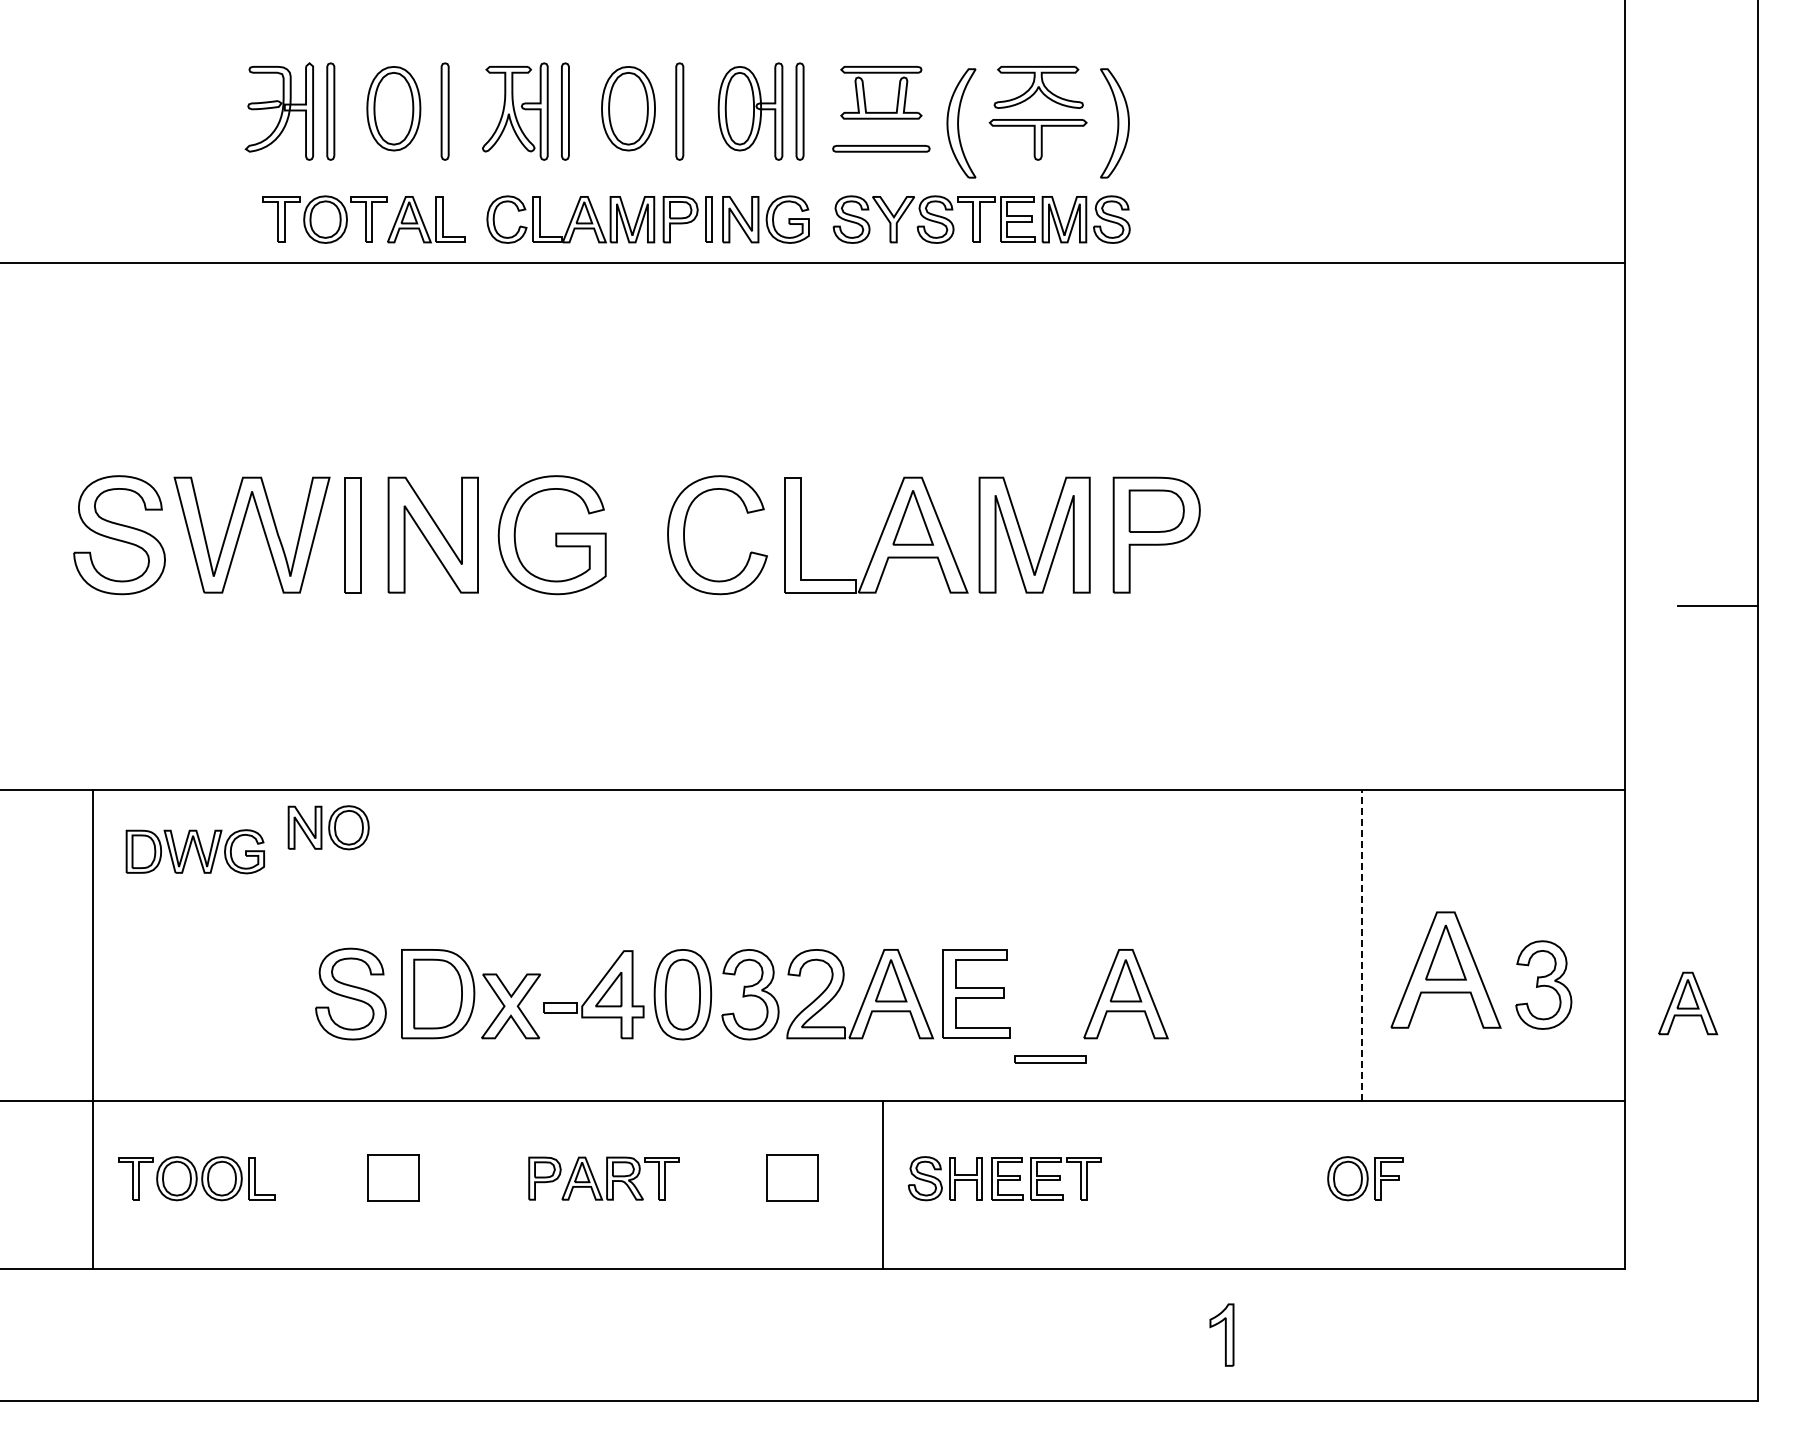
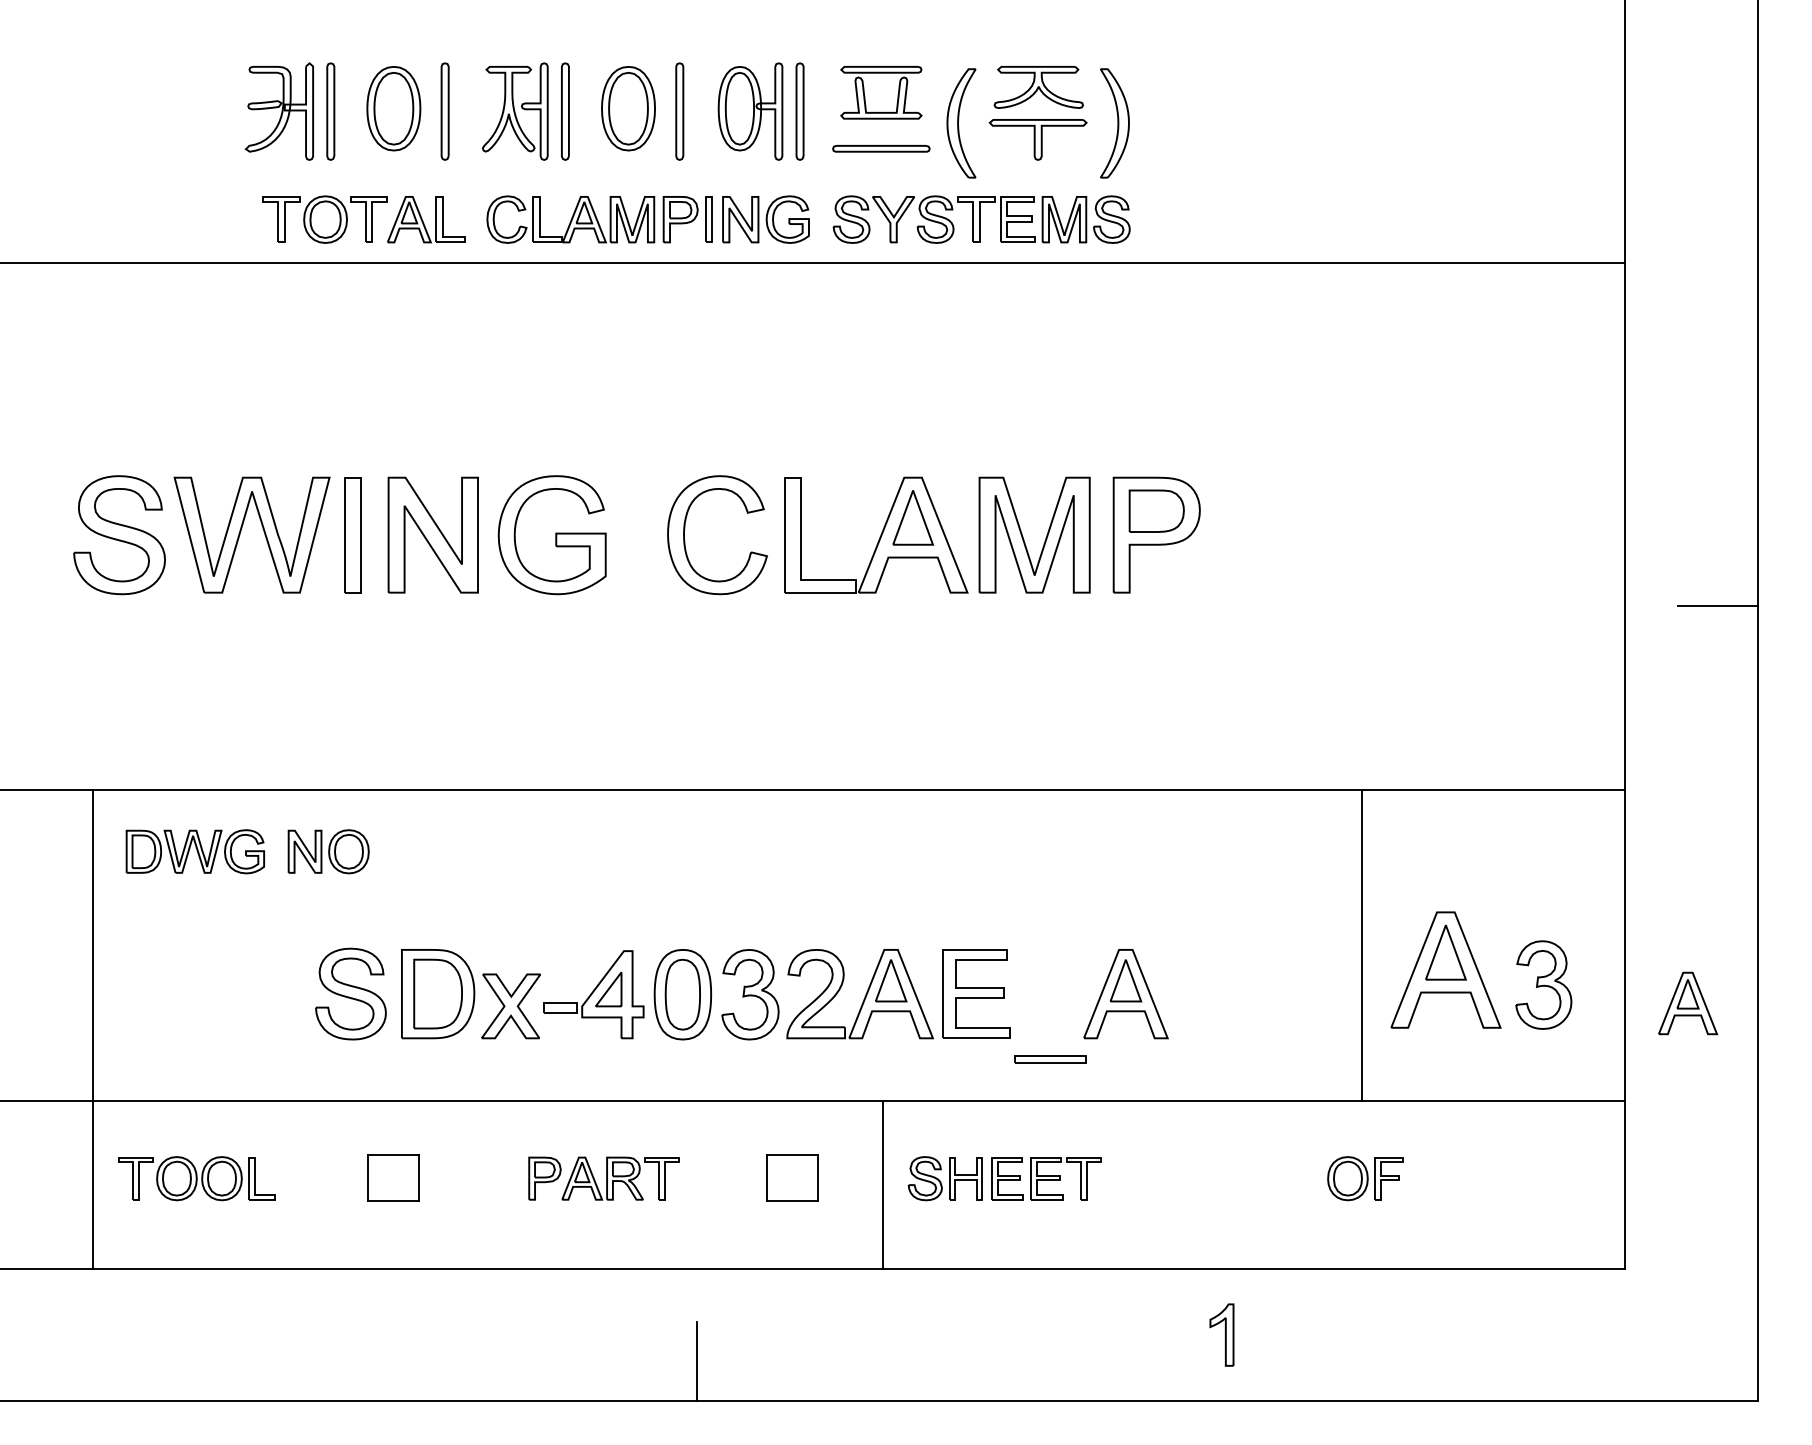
part at (328, 827) position: (328, 827) -> (328, 851)
line at (1361, 945): dashed -> solid
line at (696, 1361): none -> present
